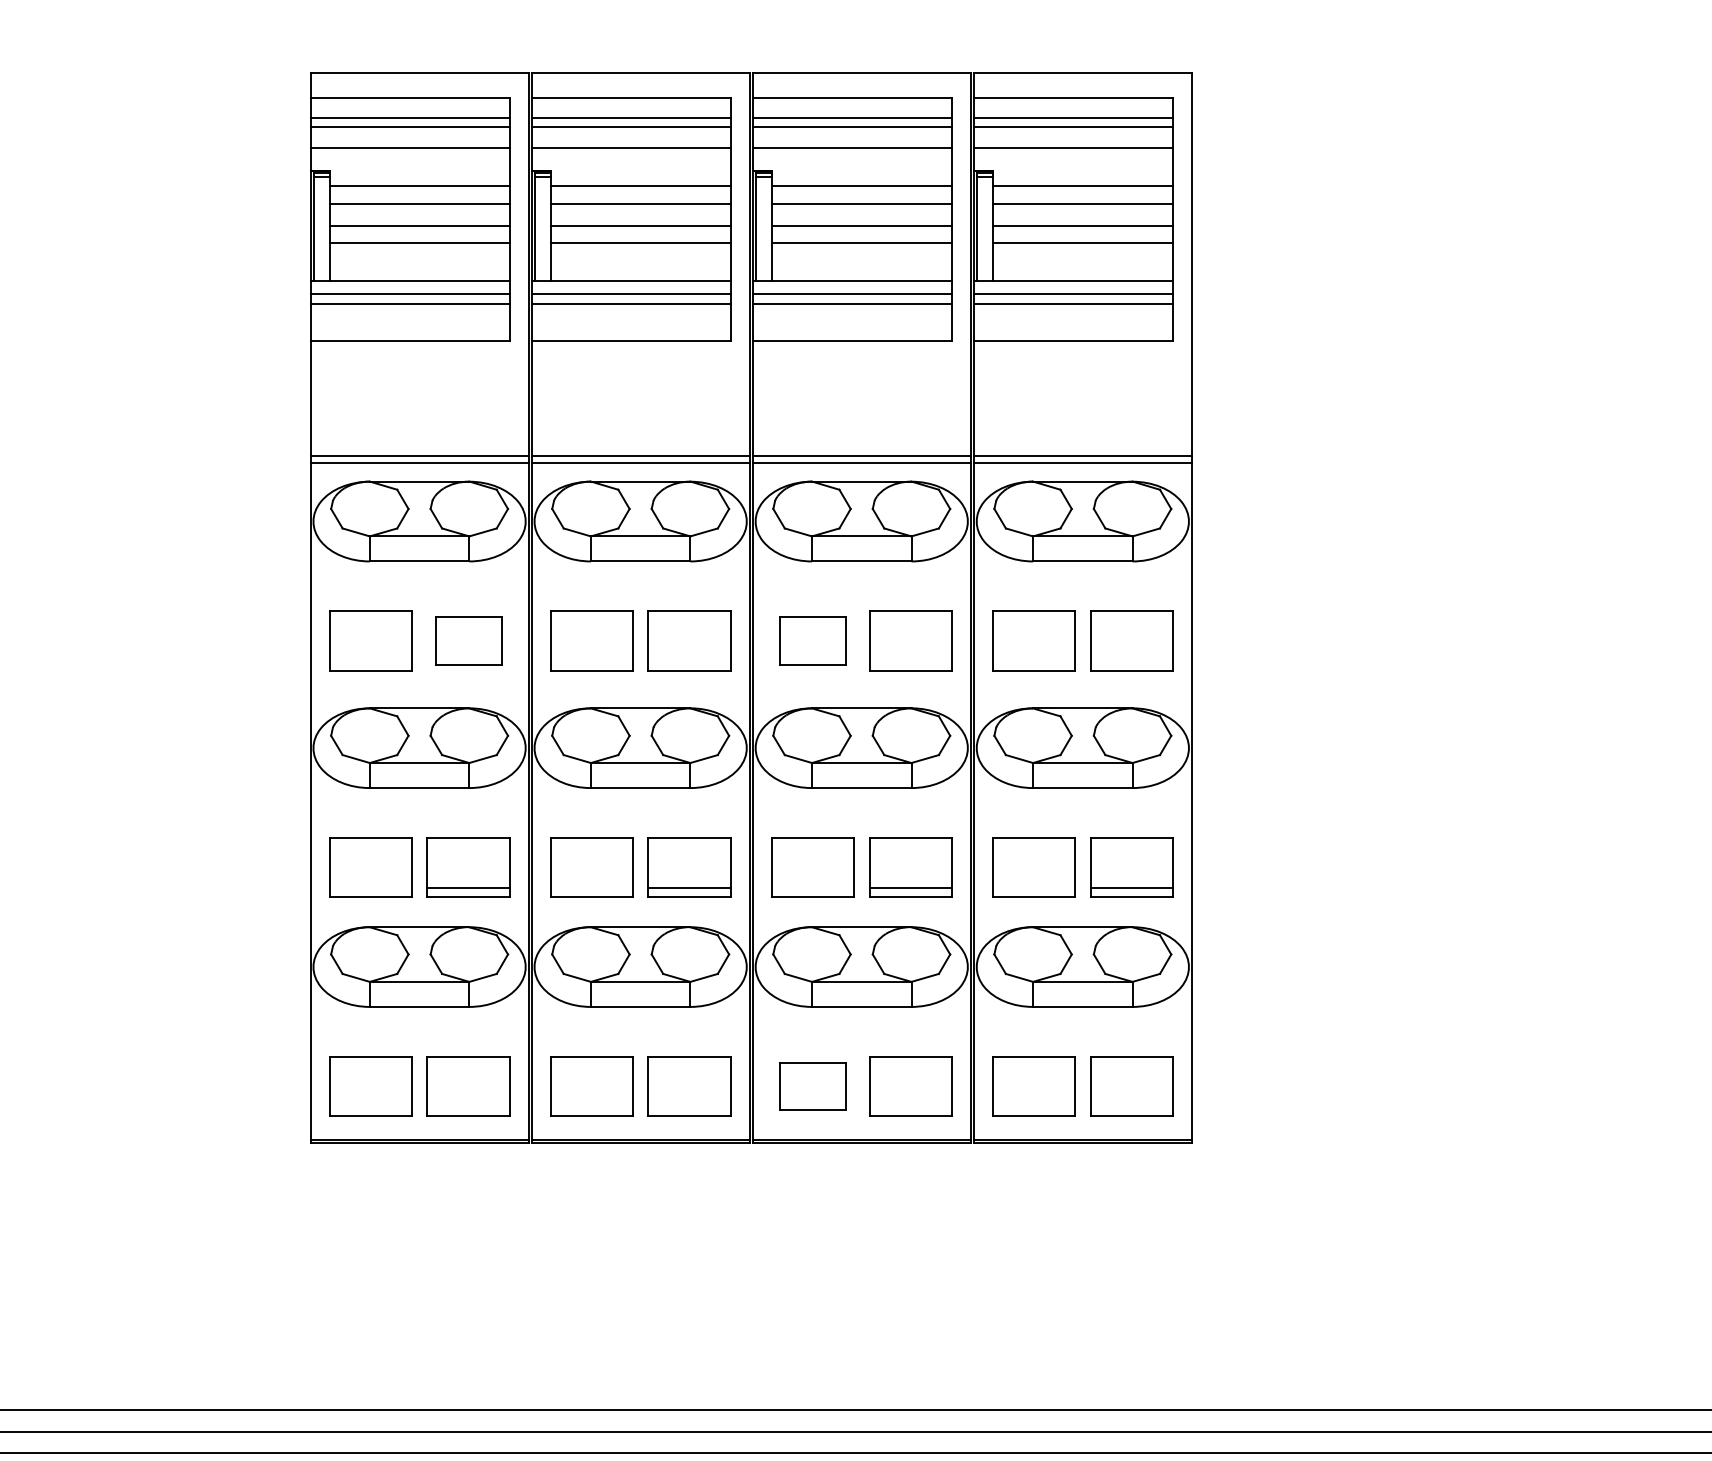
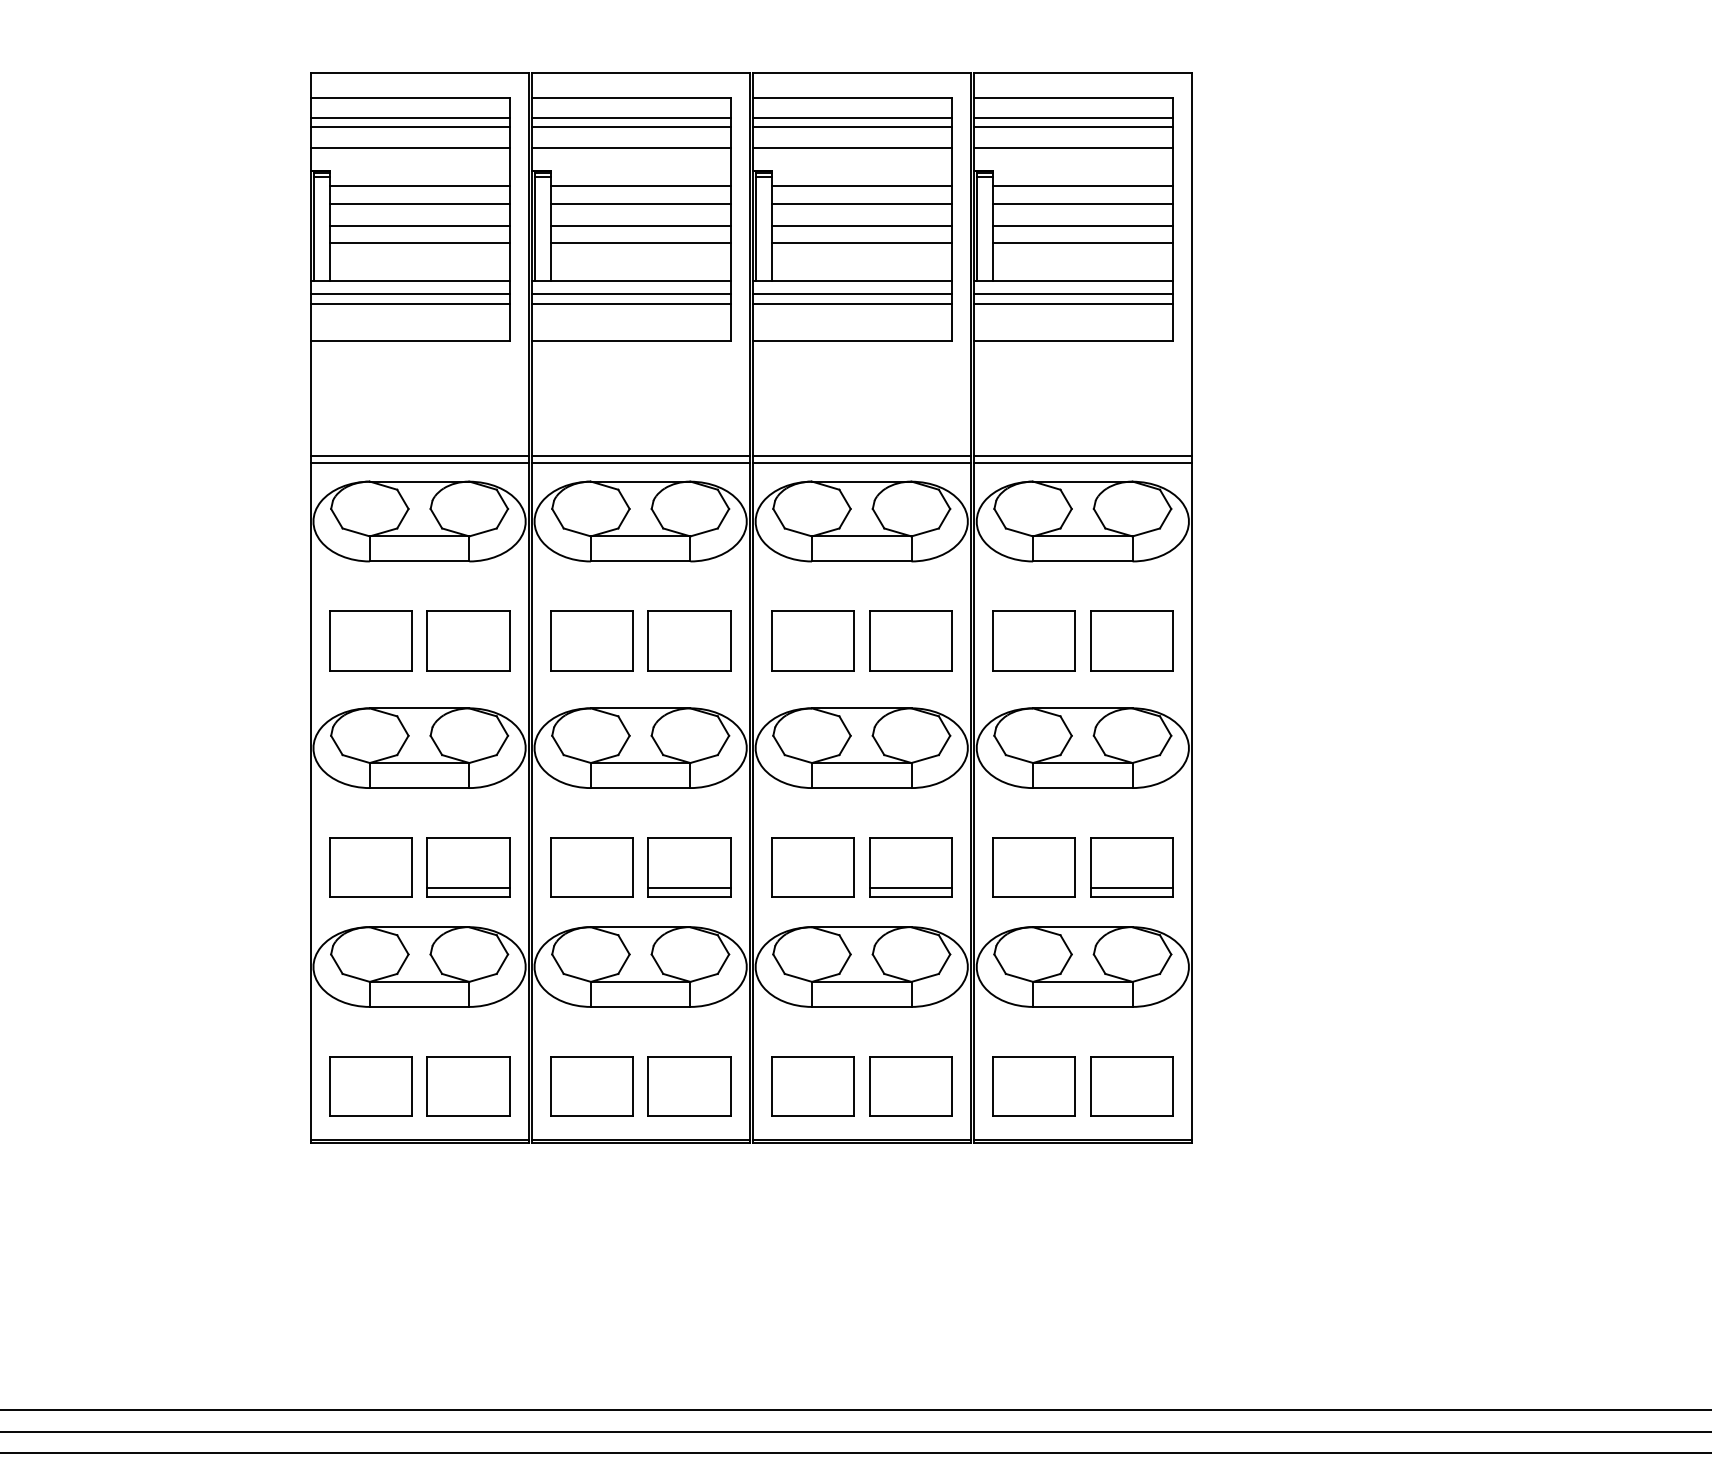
part at (468, 640) size: 68x50 px -> 85x62 px
part at (812, 640) size: 68x50 px -> 84x62 px
part at (812, 1086) size: 68x49 px -> 84x61 px
